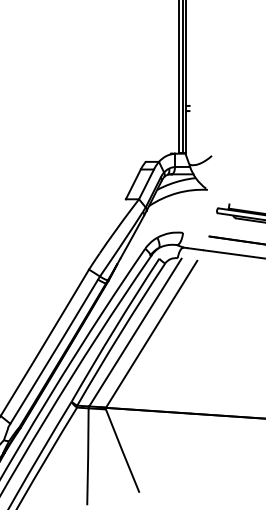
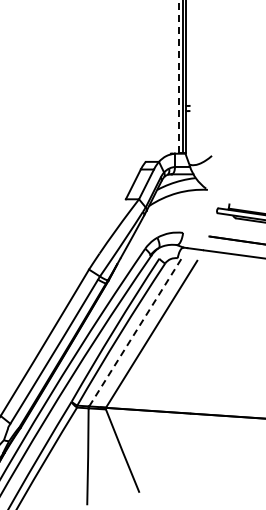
line at (178, 76): solid -> dashed
line at (135, 332): solid -> dashed
